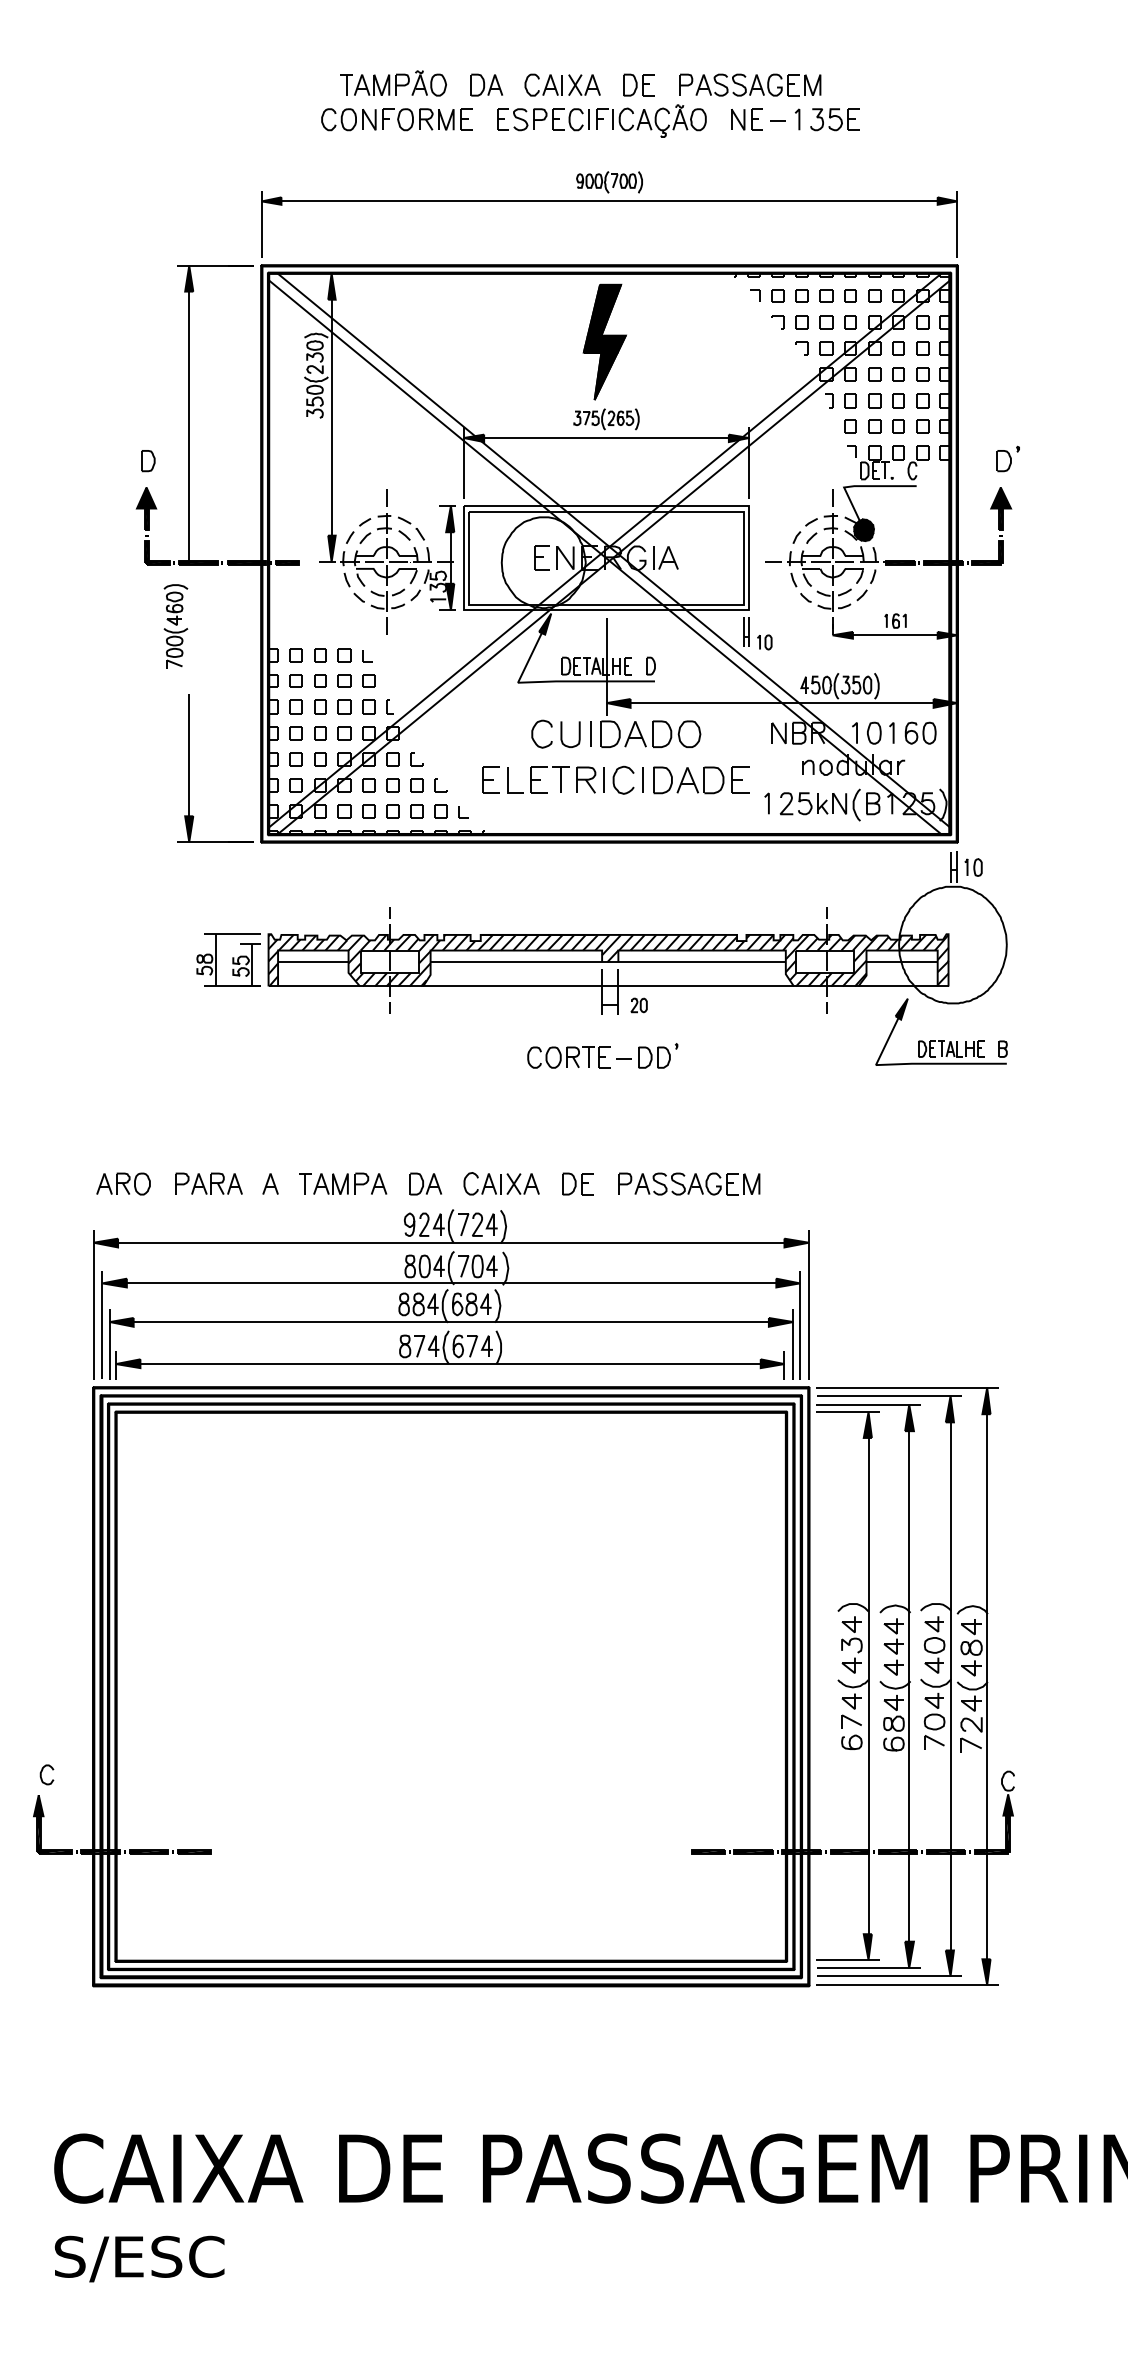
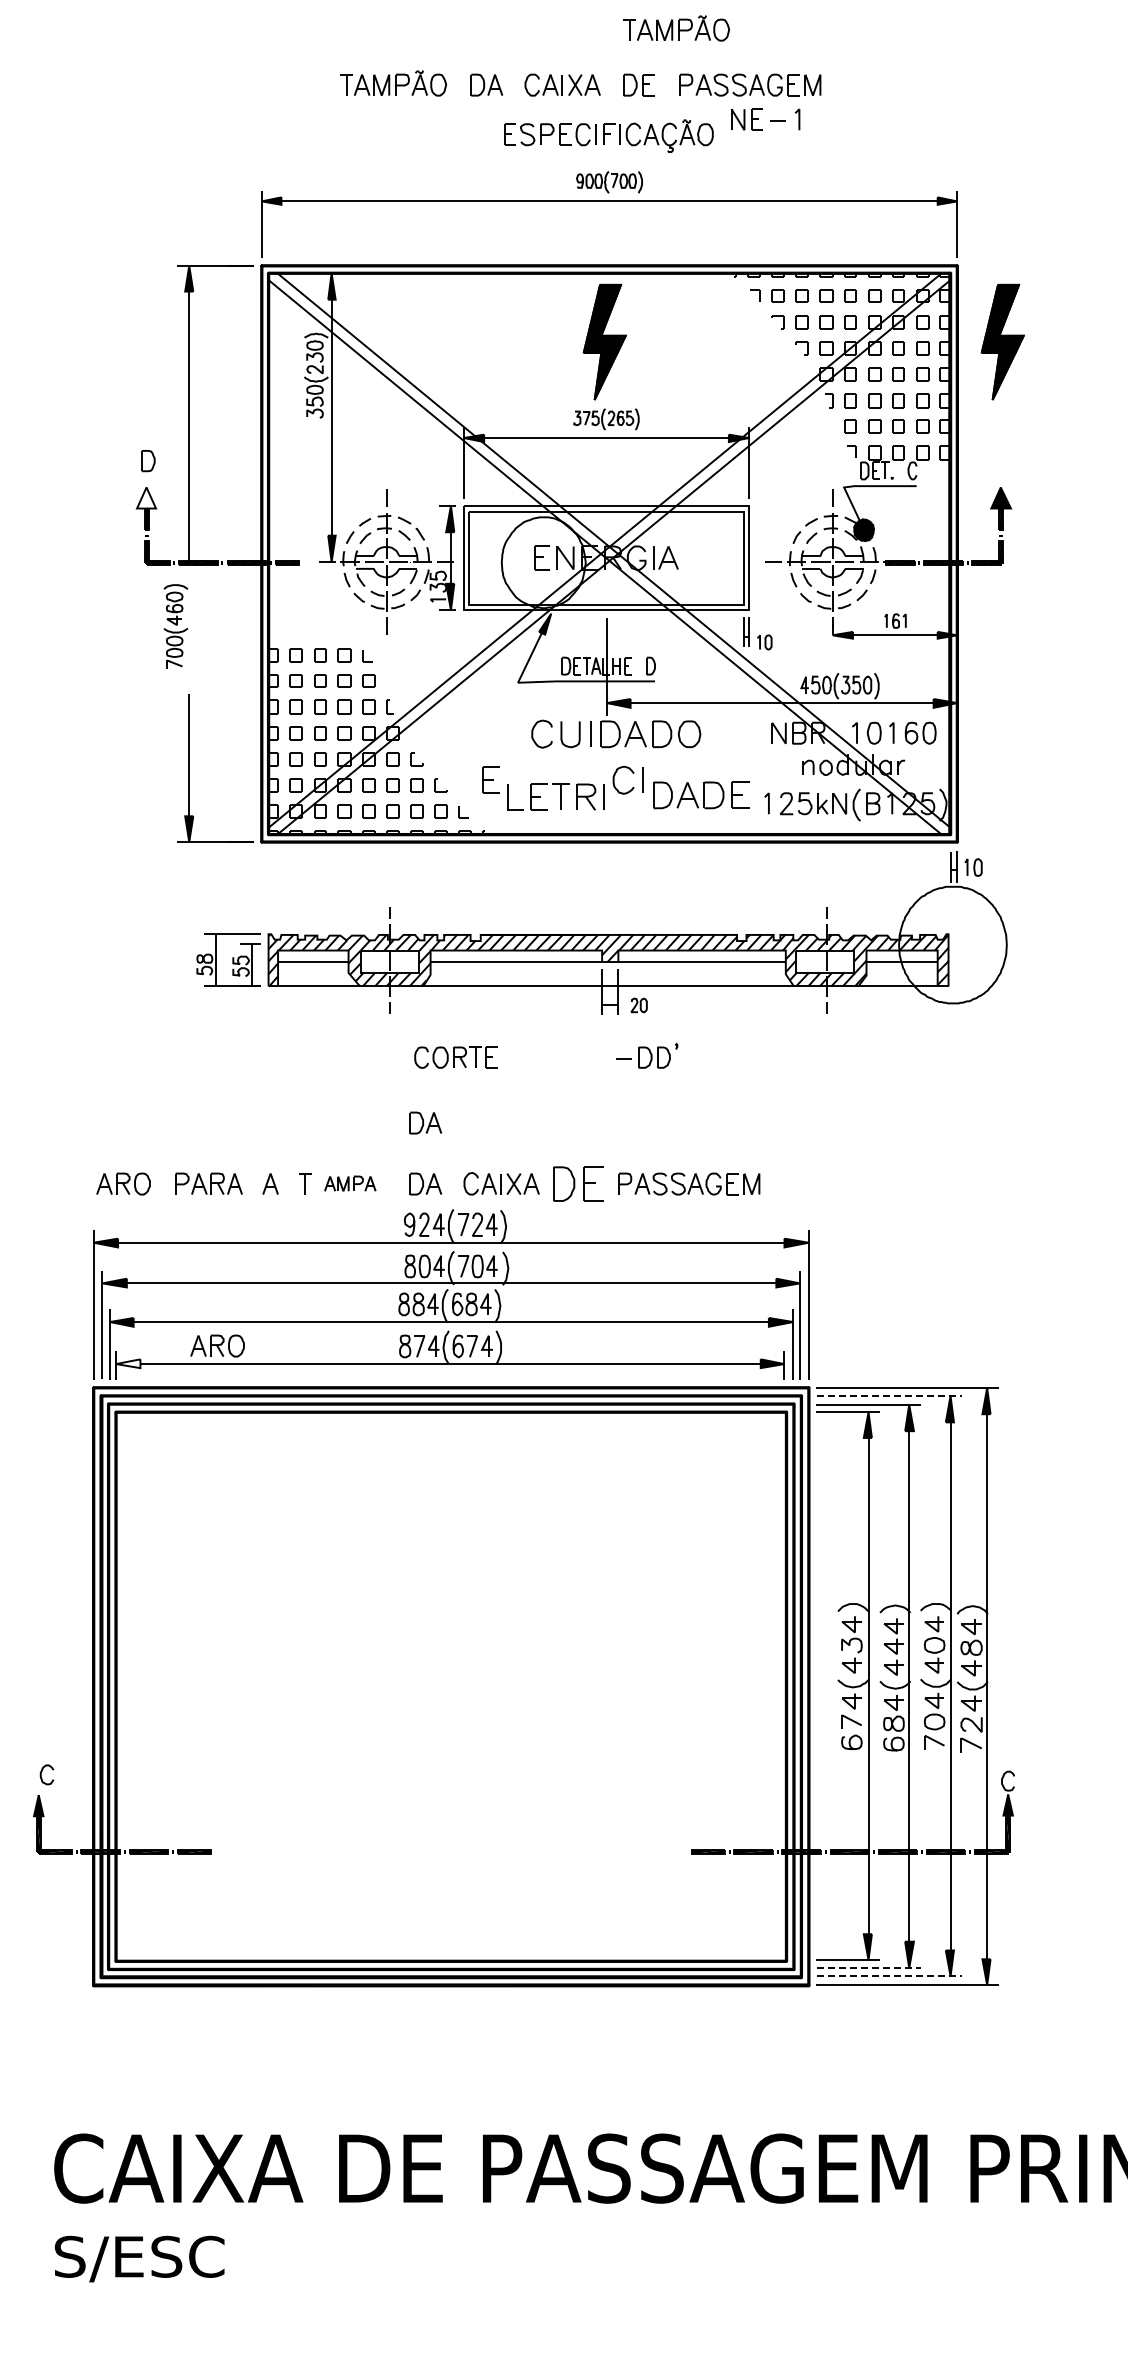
part at (676, 28): none -> present
part at (396, 119): present -> none
part at (834, 119): present -> none
part at (601, 120) position: (601, 120) -> (608, 135)
part at (1002, 341): none -> present
part at (1007, 458): present -> none
fill at (146, 497): present -> none
part at (555, 779) position: (555, 779) -> (555, 796)
part at (701, 780) position: (701, 780) -> (701, 795)
part at (941, 1040): present -> none
part at (568, 1057) position: (568, 1057) -> (455, 1057)
part at (425, 1122): none -> present
part at (350, 1183) size: 75x23 px -> 53x17 px
part at (577, 1183) size: 32x24 px -> 51x36 px
part at (217, 1345): none -> present
fill at (128, 1363): present -> none
line at (889, 1395): solid -> dashed
line at (869, 1968): solid -> dashed
line at (889, 1976): solid -> dashed
